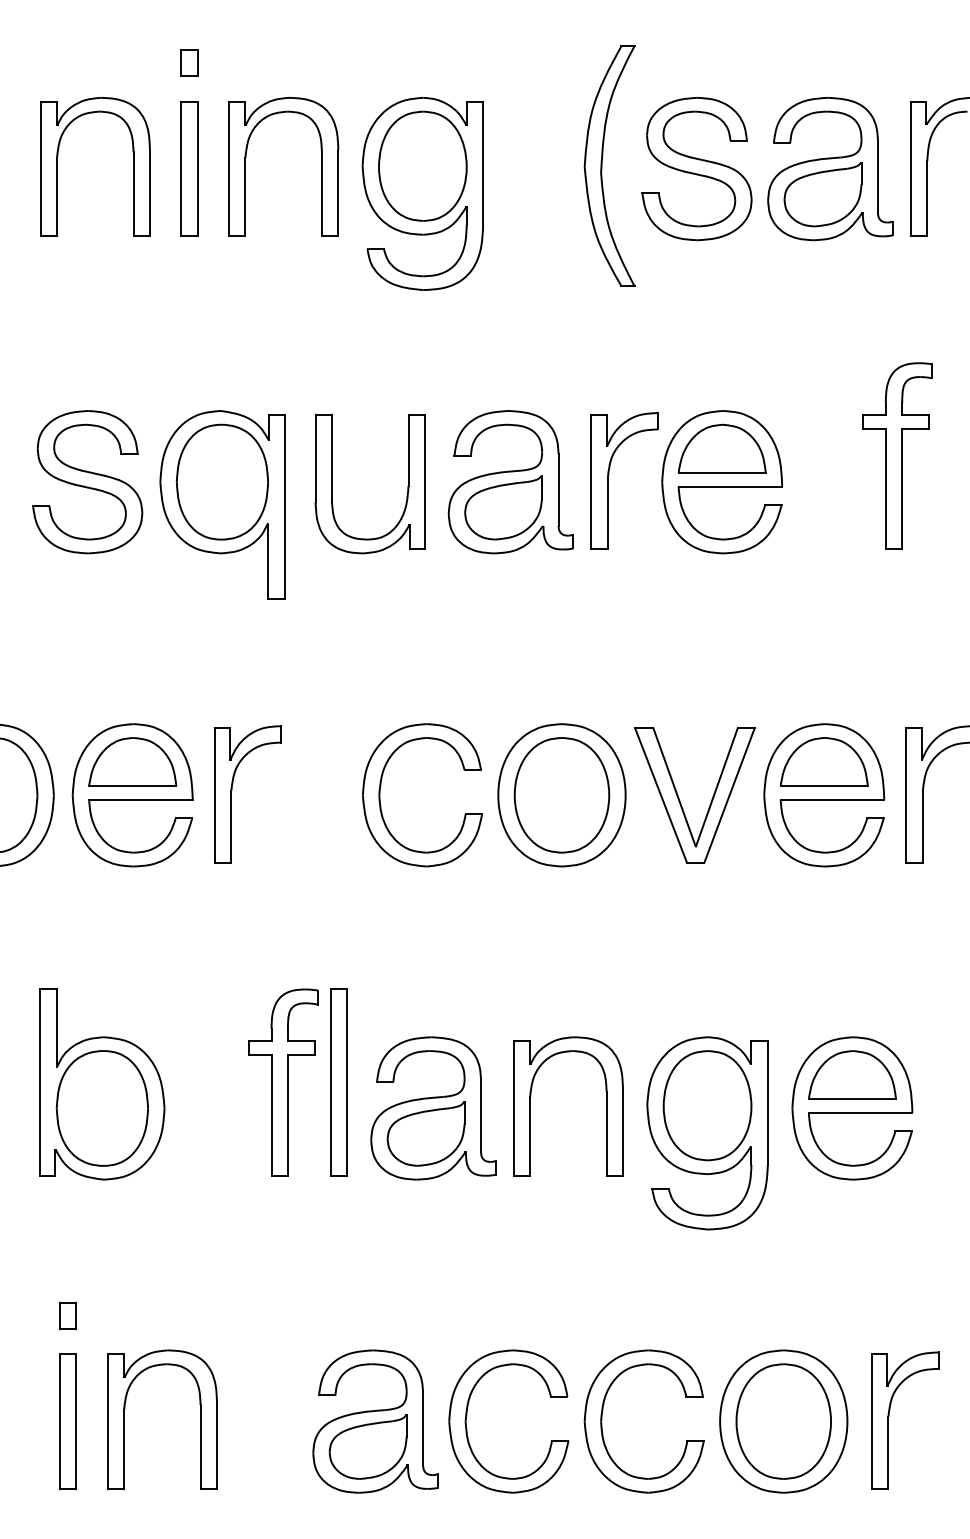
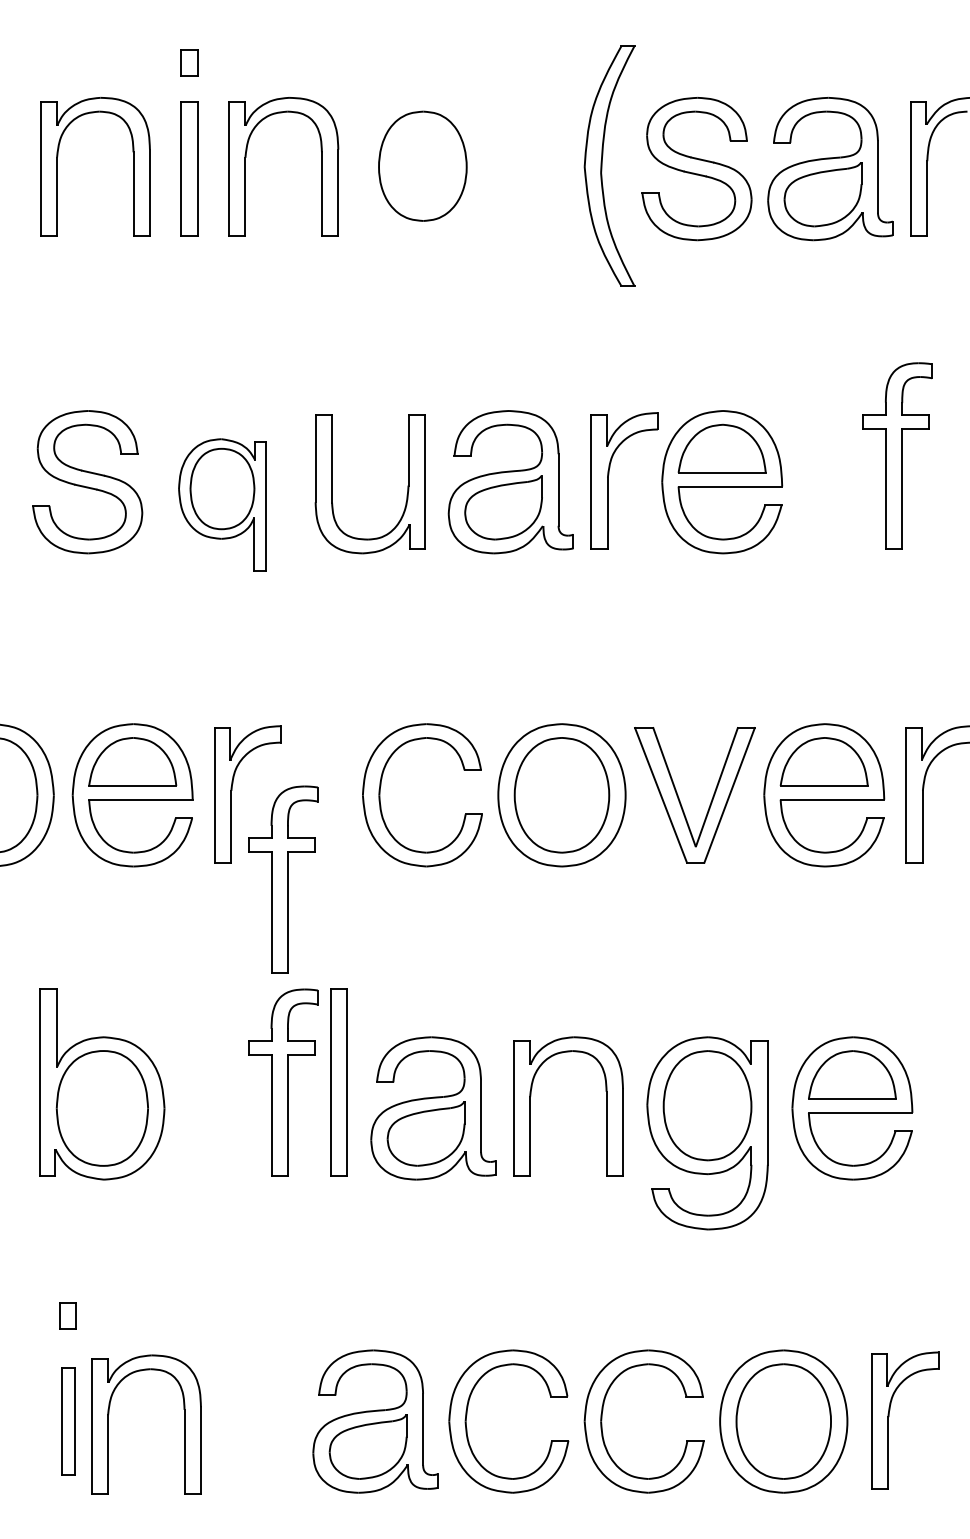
part at (422, 193): present -> none
part at (222, 504) size: 127x190 px -> 89x134 px
part at (283, 879): none -> present
part at (124, 1419) position: (124, 1419) -> (108, 1424)
part at (67, 1421) size: 18x137 px -> 15x109 px
